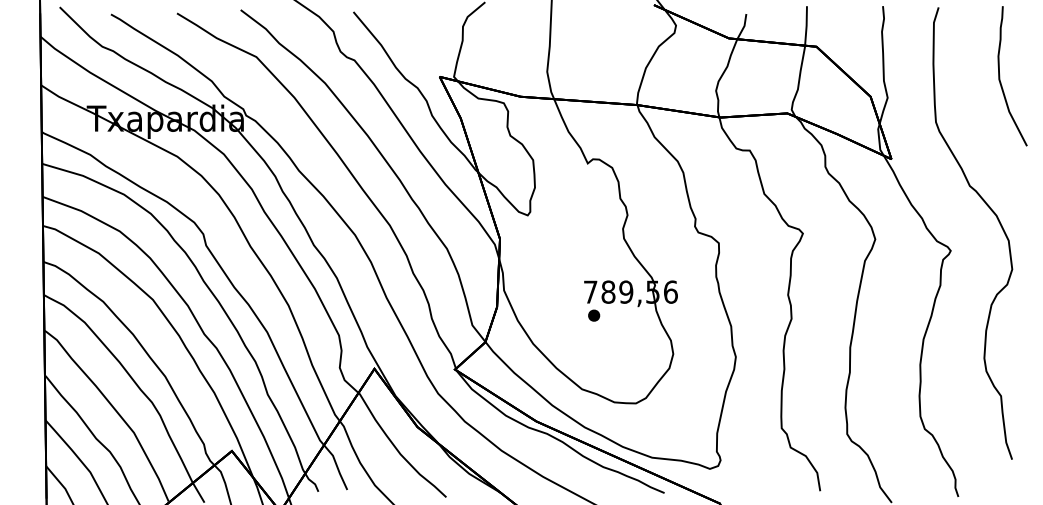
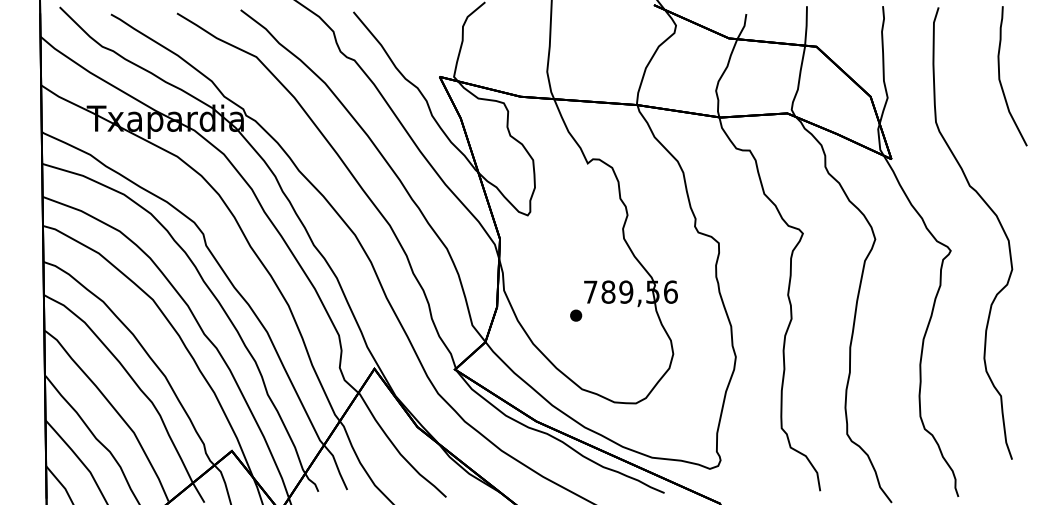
part at (594, 315) position: (594, 315) -> (576, 315)
